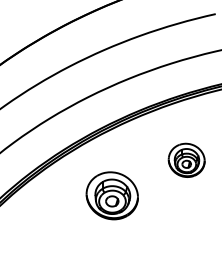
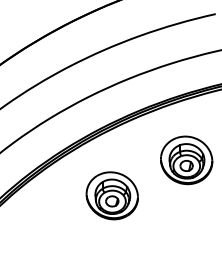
part at (186, 159) size: 39x36 px -> 54x51 px
